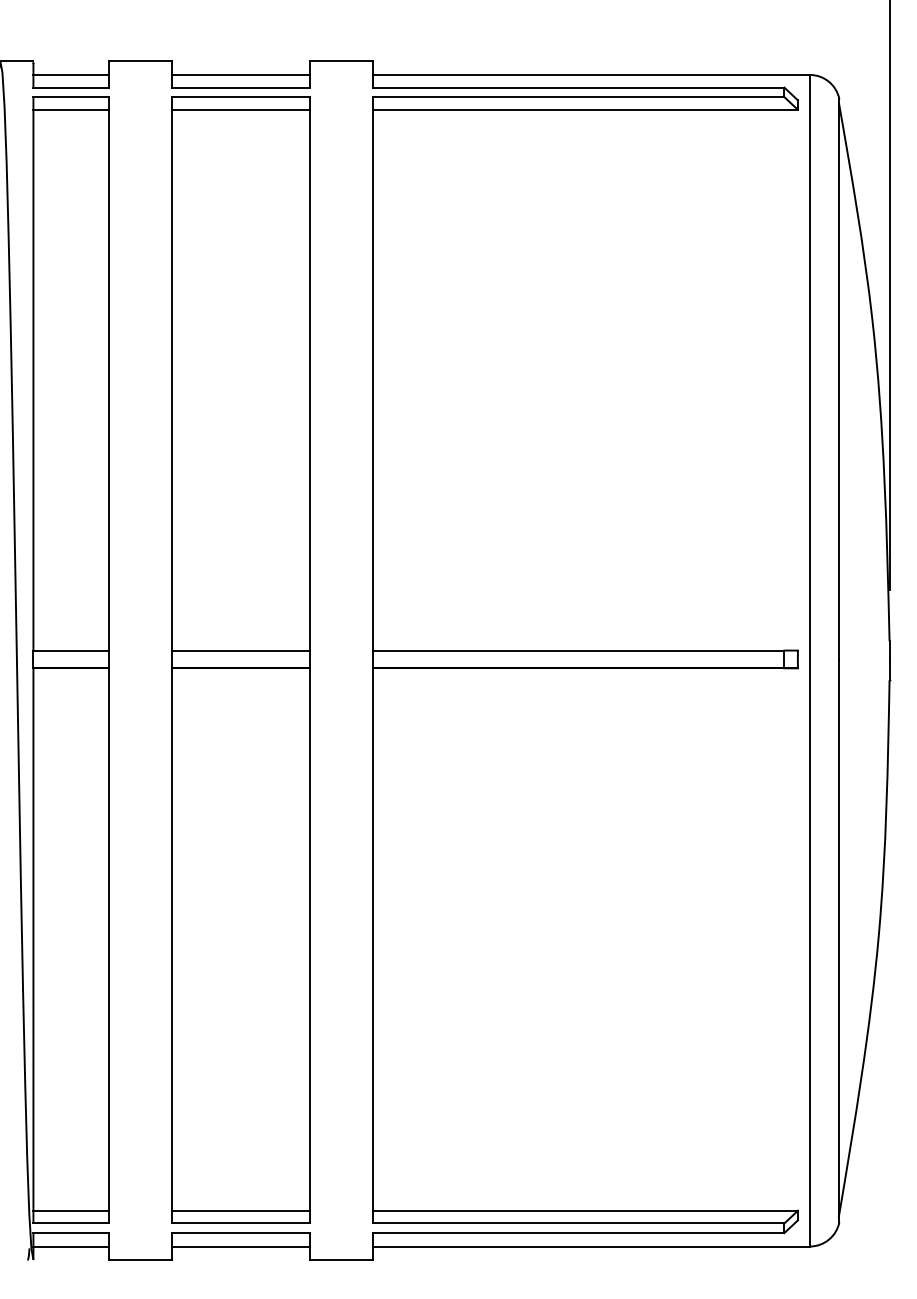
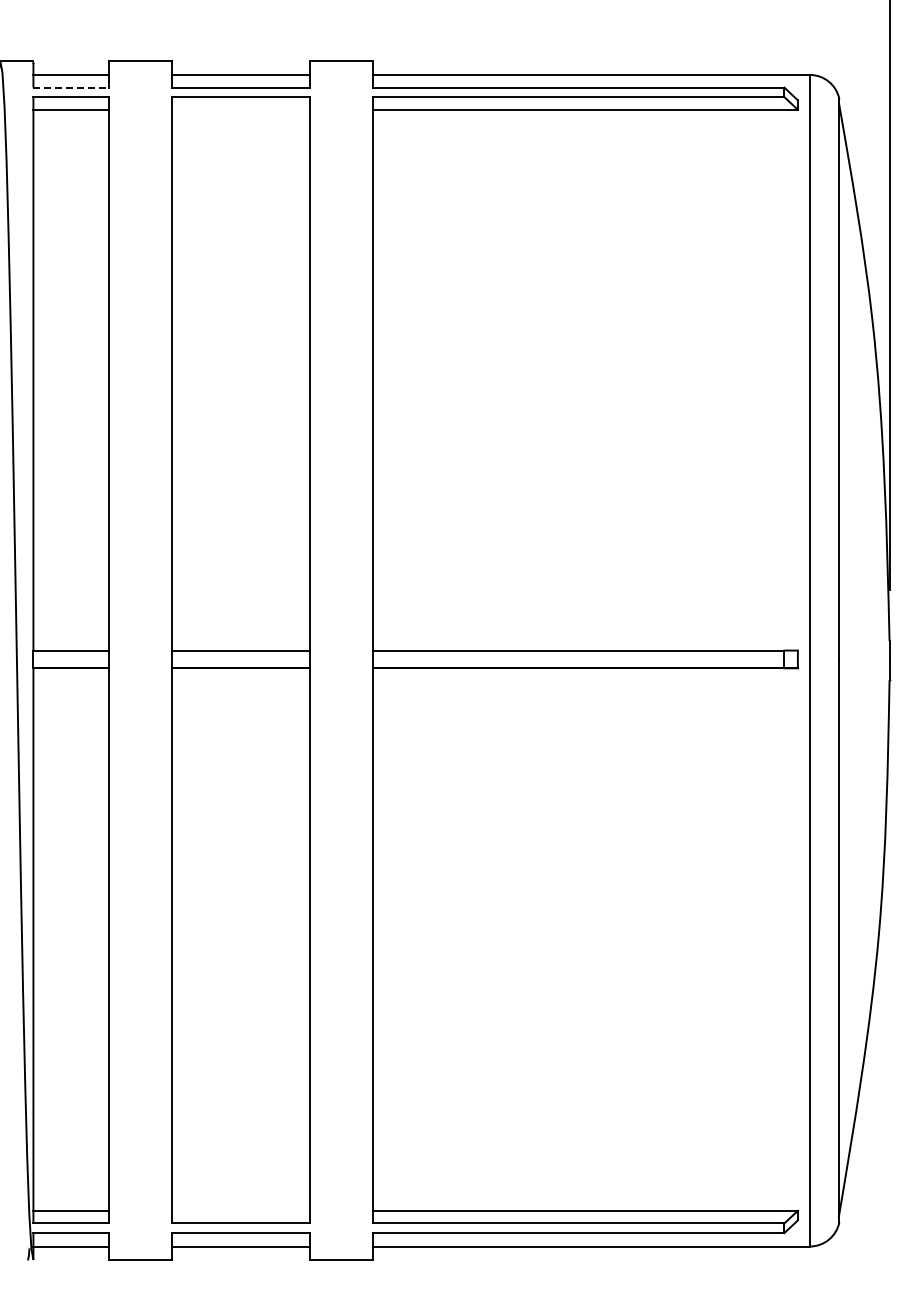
line at (70, 87): solid -> dashed
line at (240, 109): present -> none
line at (240, 1210): present -> none
